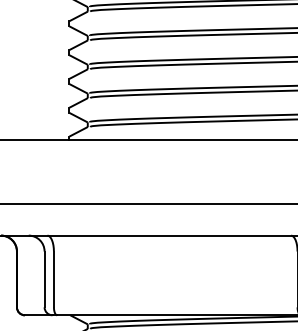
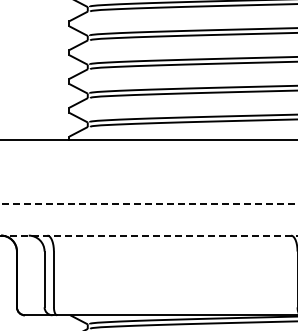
line at (148, 203): solid -> dashed
line at (148, 235): solid -> dashed
